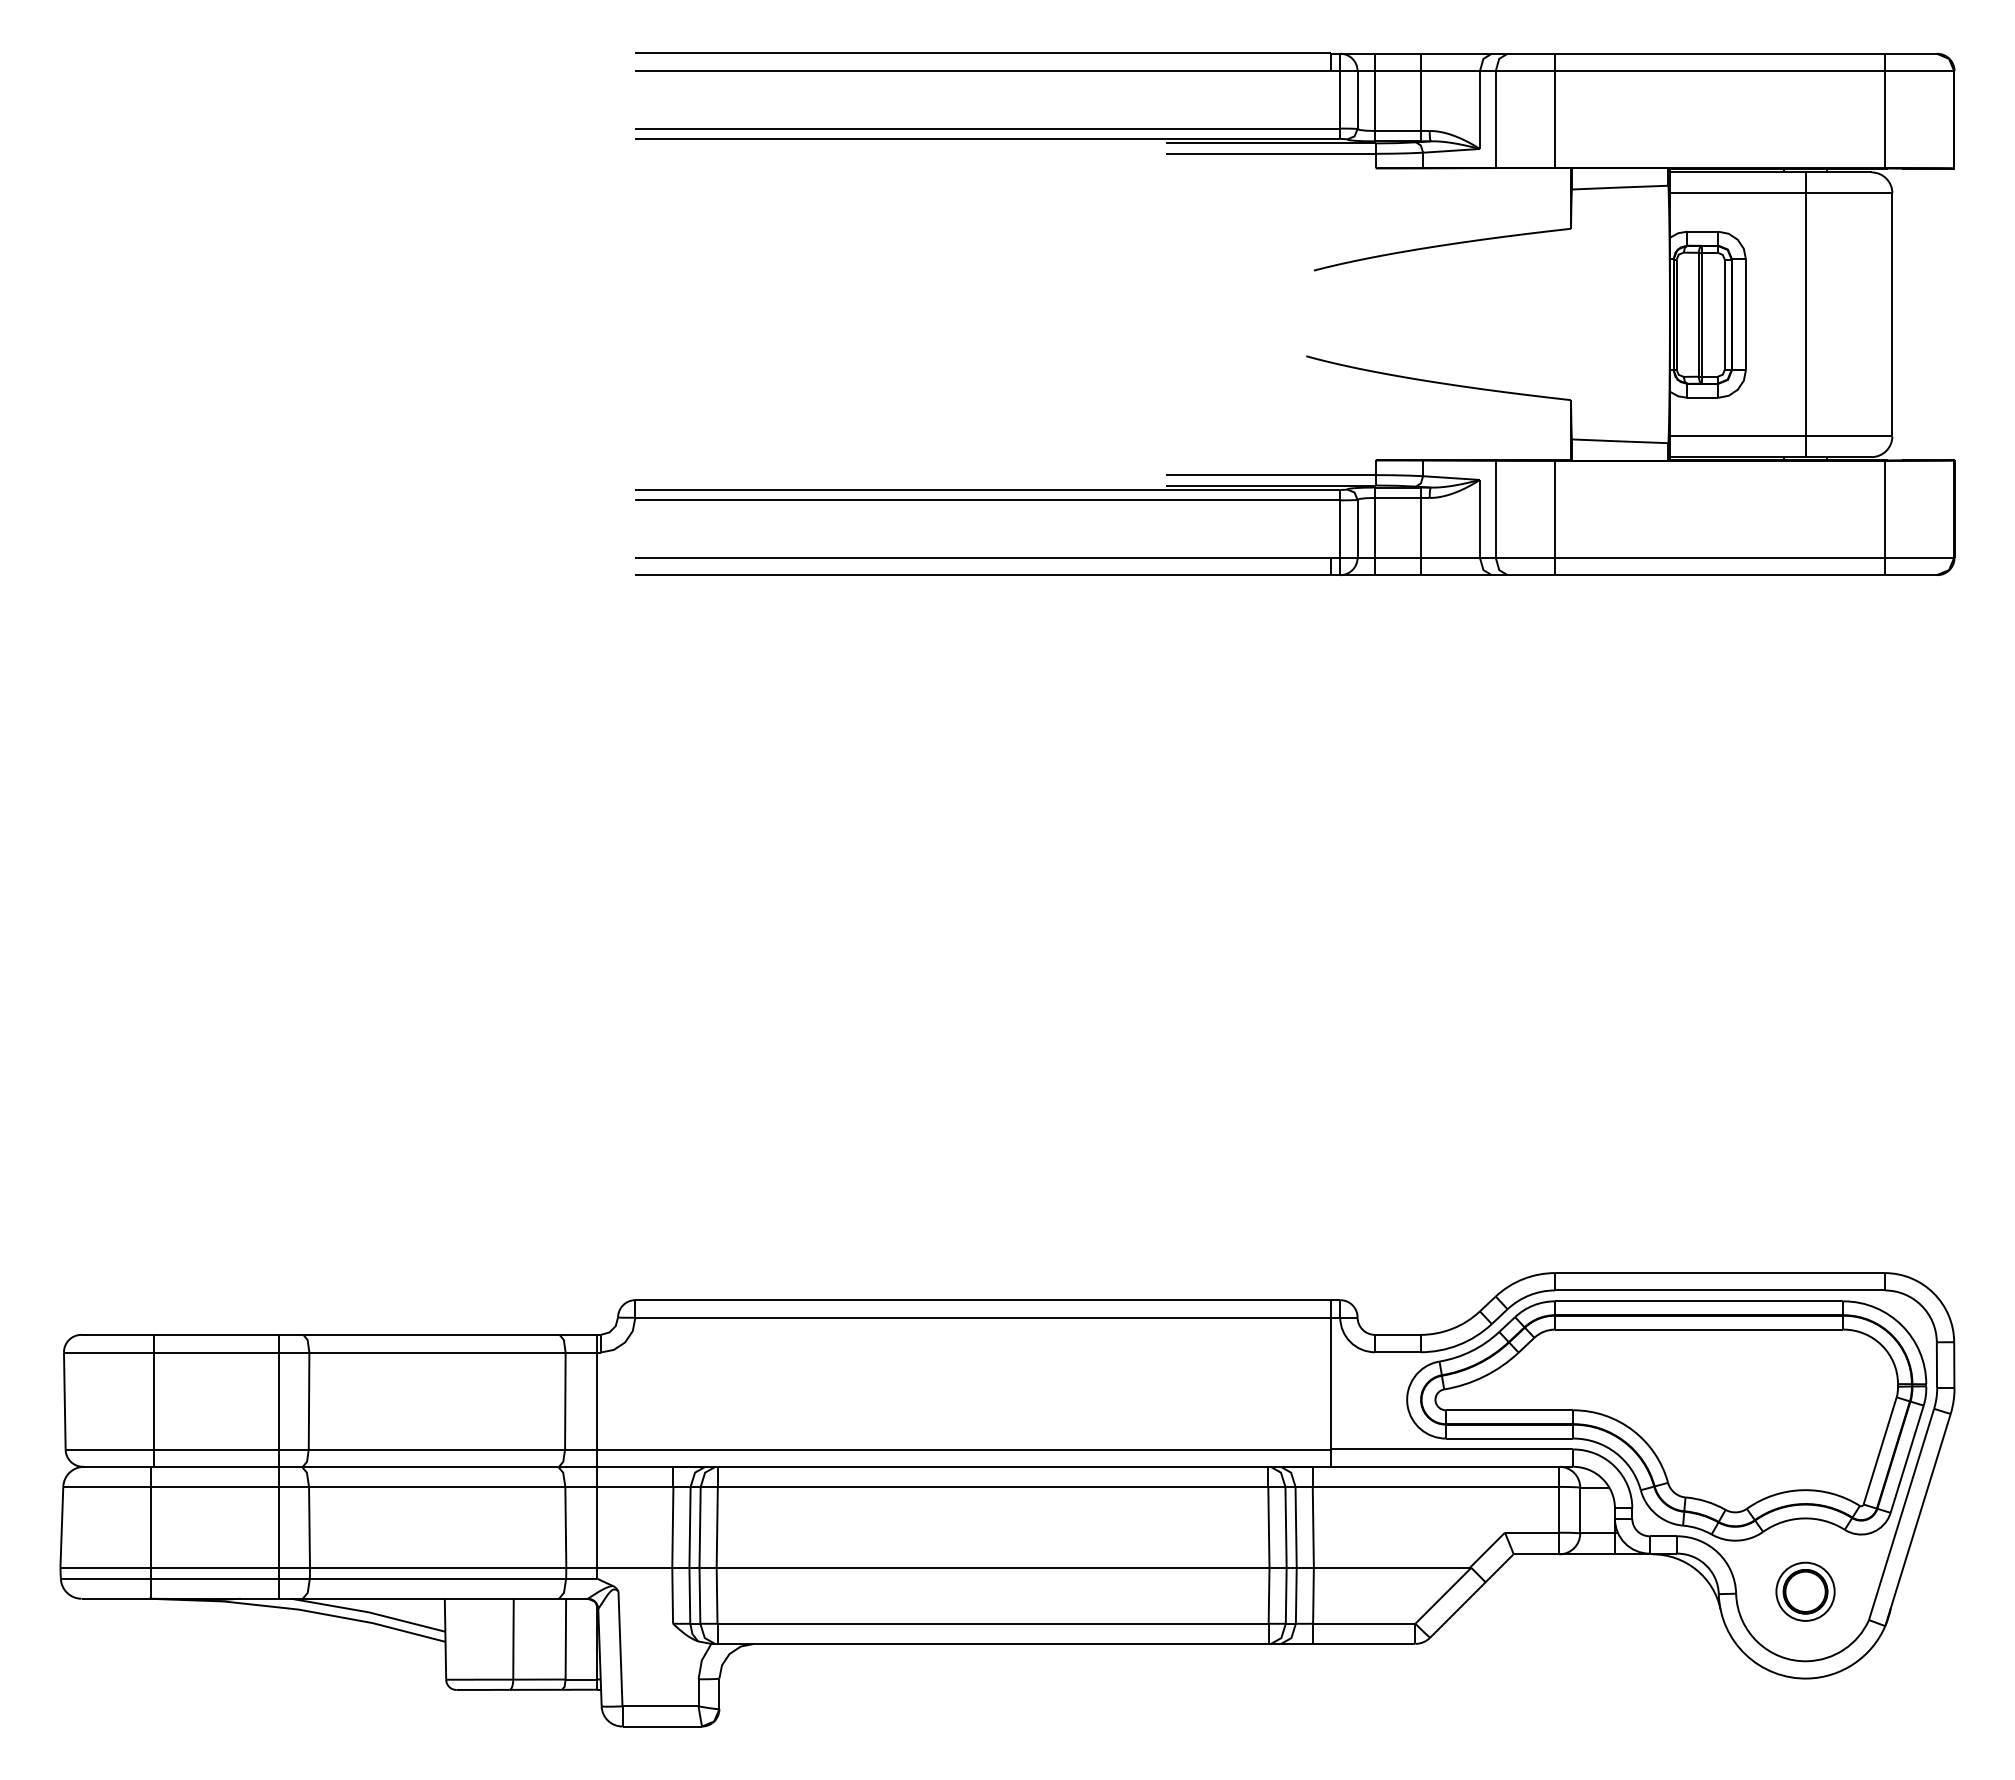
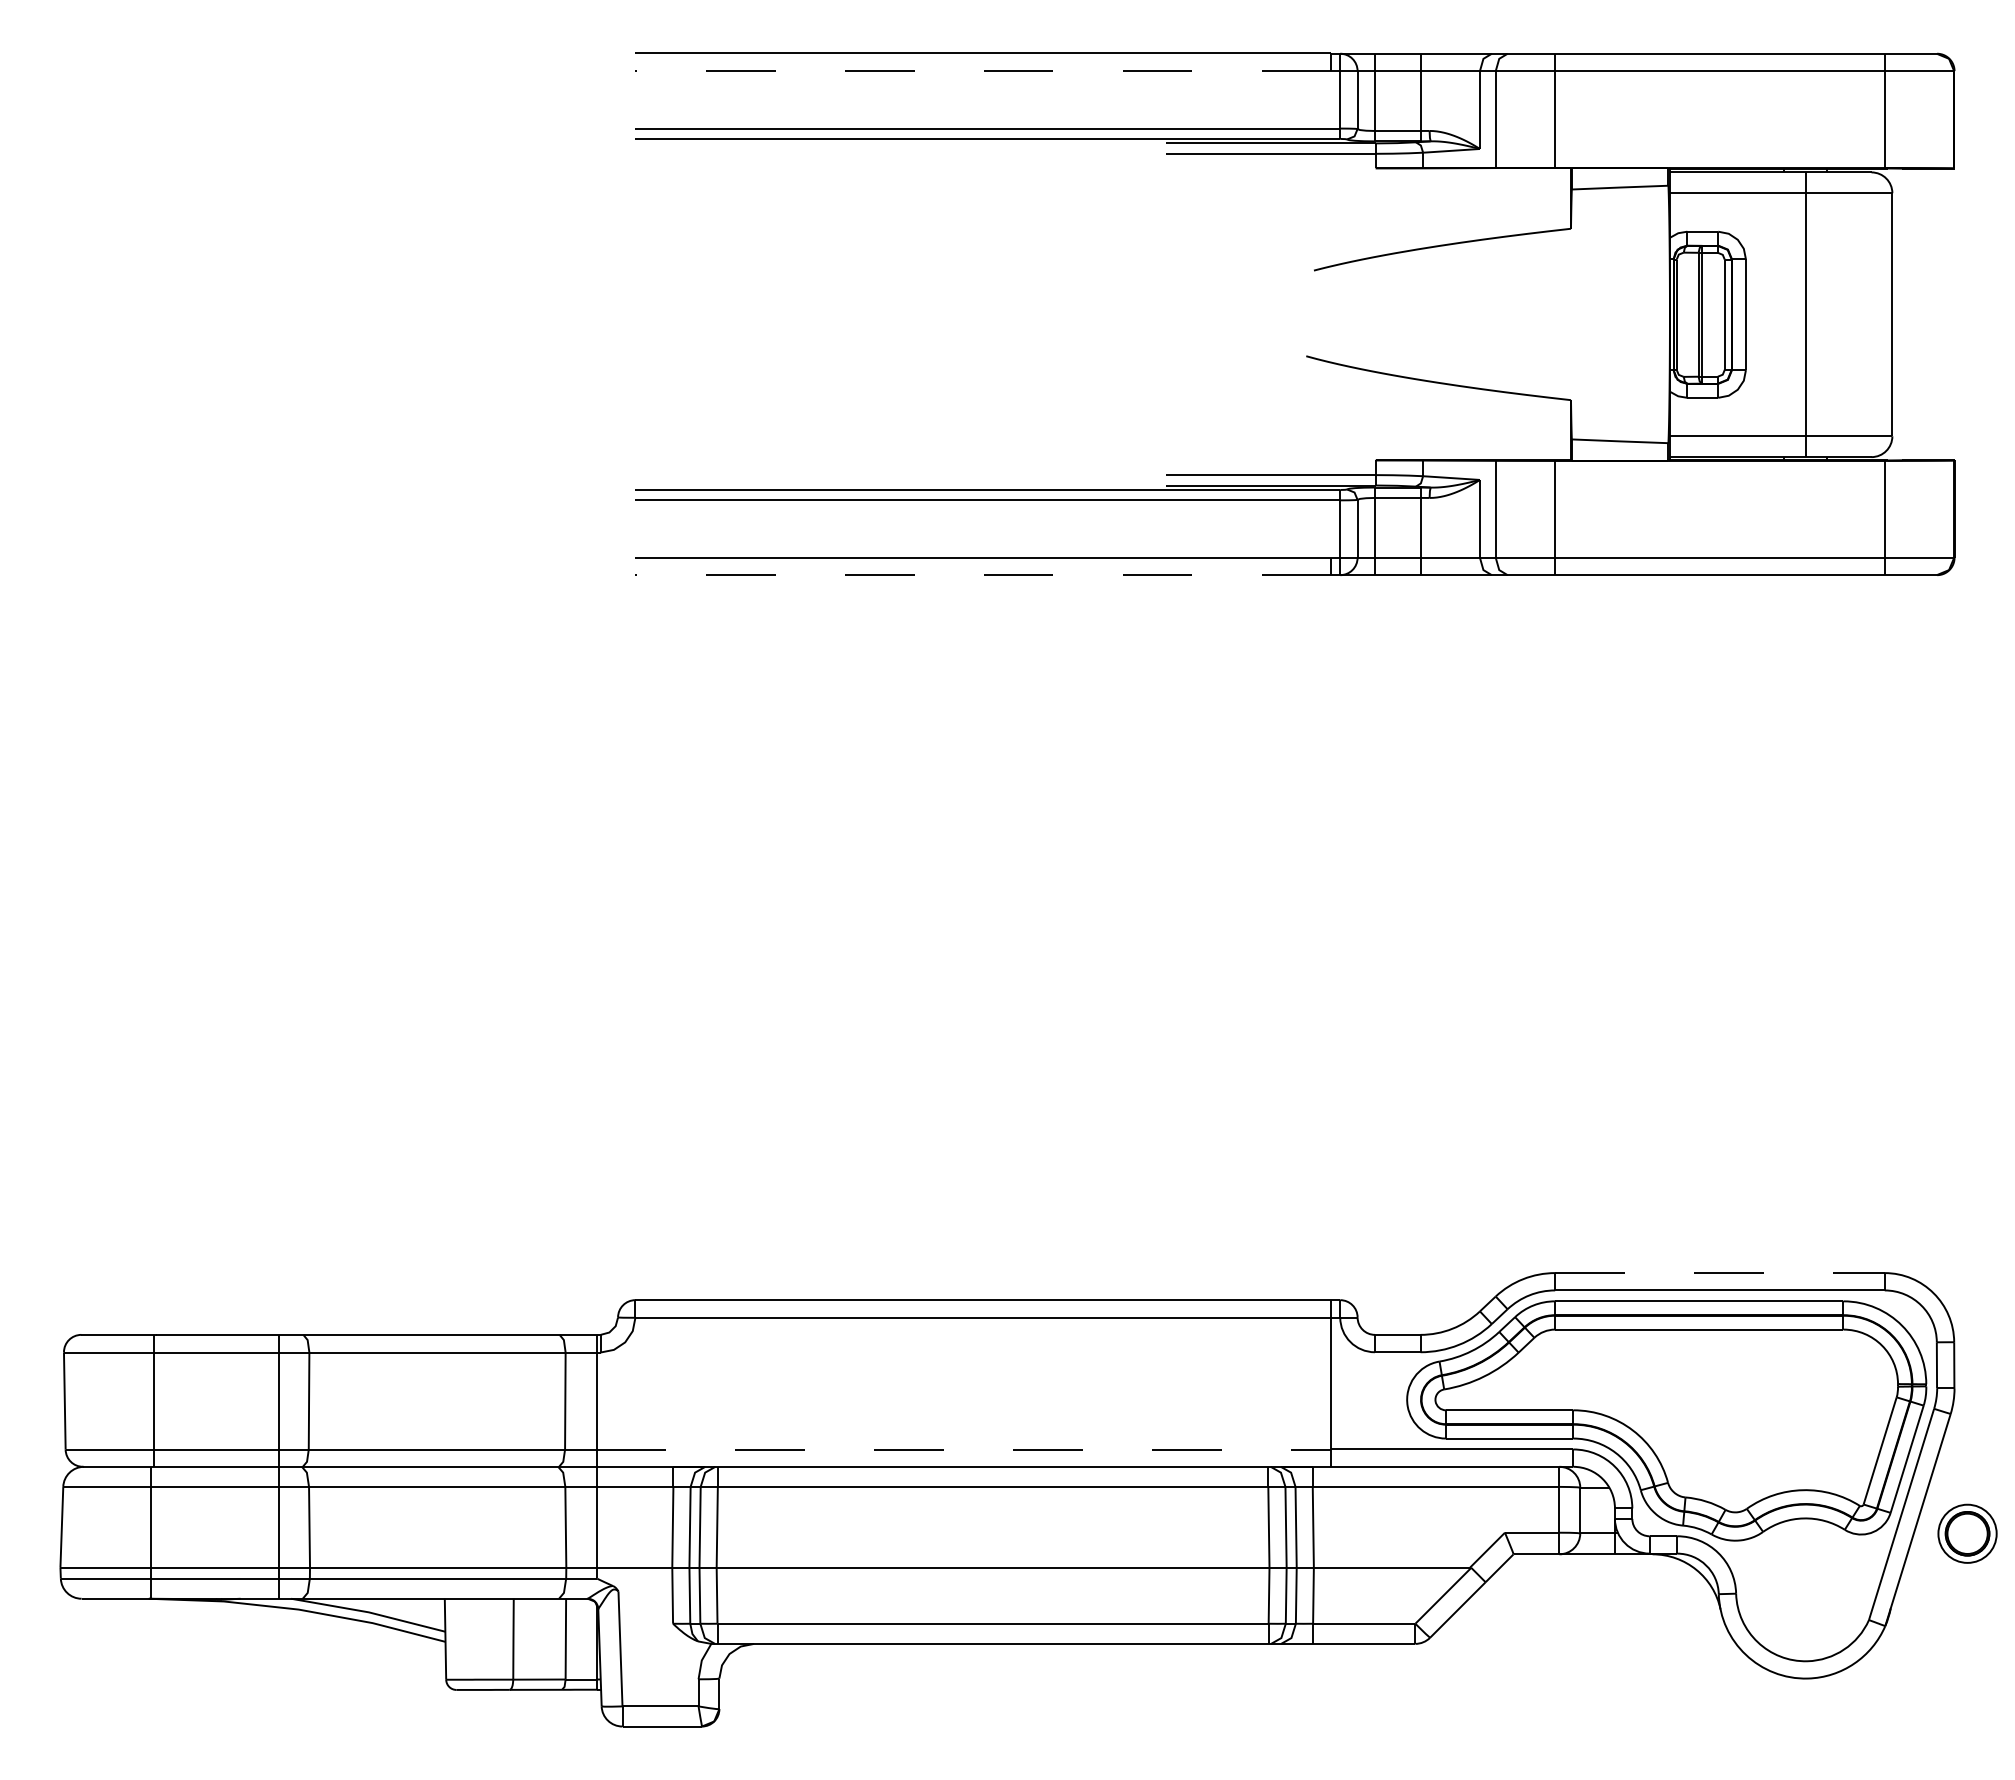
line at (983, 70): solid -> dashed
line at (983, 575): solid -> dashed
line at (1719, 1273): solid -> dashed
line at (964, 1449): solid -> dashed
part at (1805, 1591) position: (1805, 1591) -> (1967, 1533)
